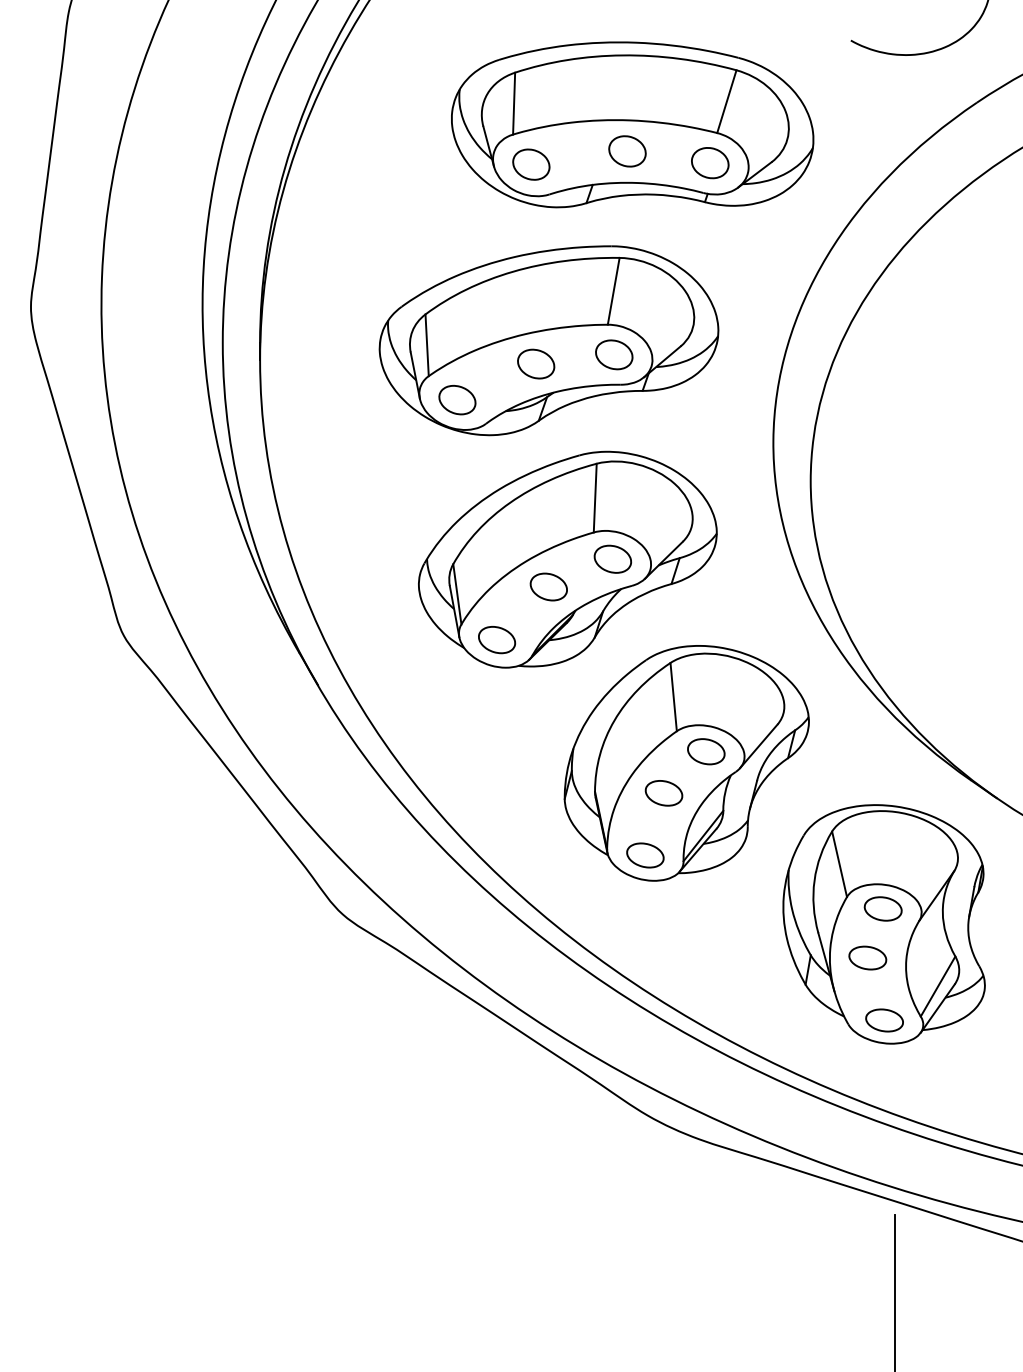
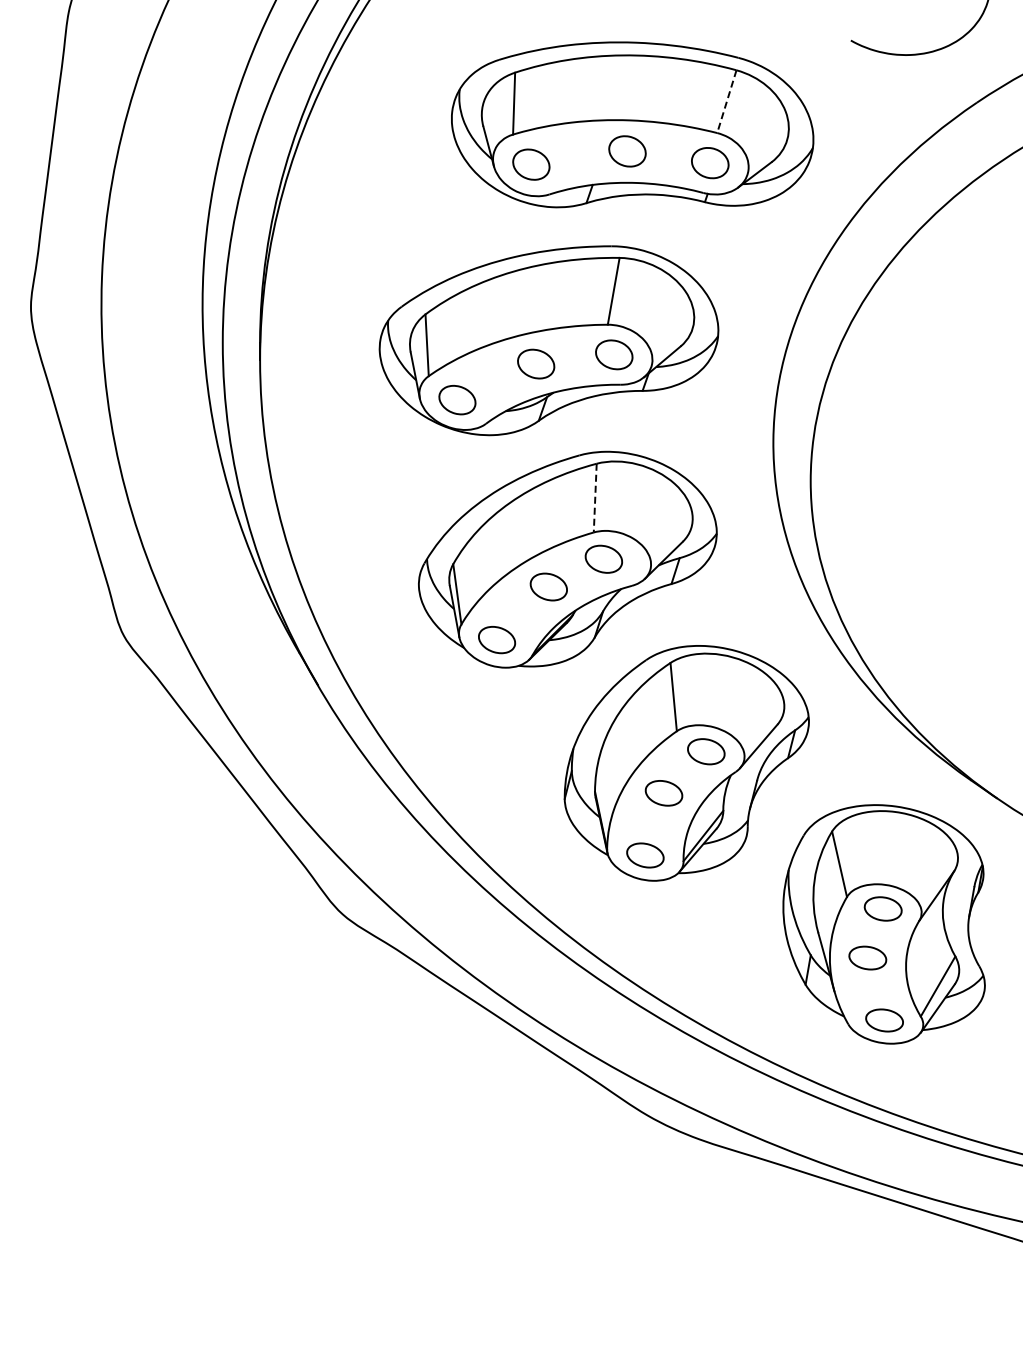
line at (726, 101): solid -> dashed
line at (595, 498): solid -> dashed
part at (612, 558) position: (612, 558) -> (603, 558)
line at (894, 1291): present -> none
